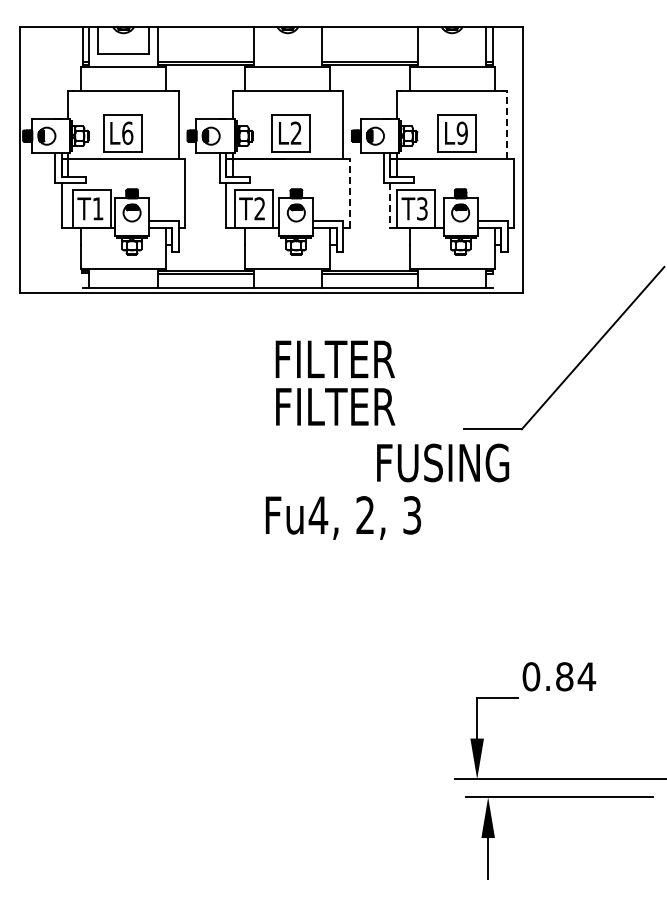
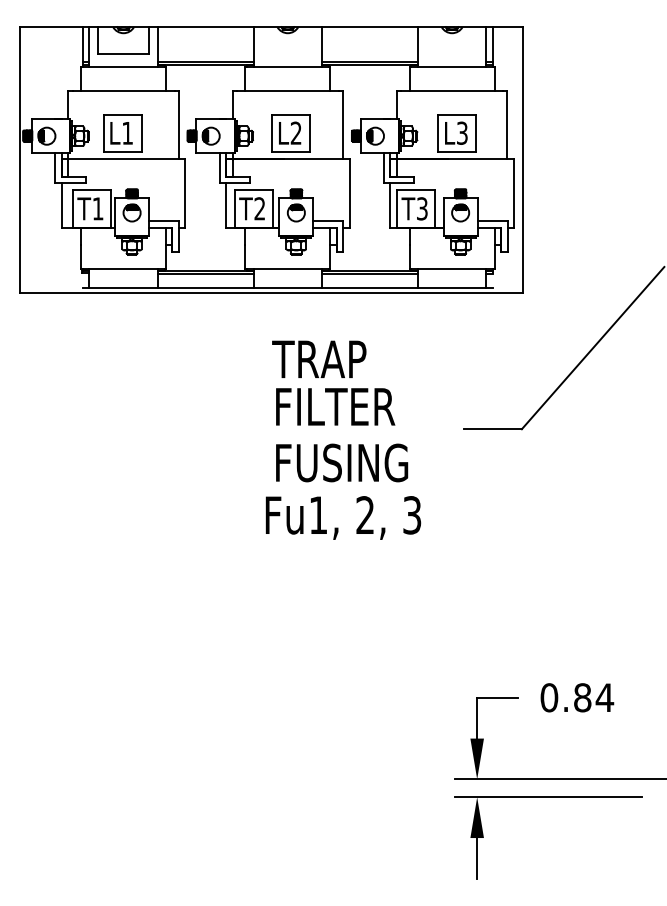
line at (507, 124): dashed -> solid
text at (127, 132): L6 -> L1
text at (461, 132): L9 -> L3
line at (349, 193): dashed -> solid
line at (390, 206): dashed -> solid
text at (333, 359): FILTER -> TRAP
text at (443, 462) position: (443, 462) -> (342, 462)
text at (318, 514): Fu4, -> Fu1,
text at (559, 676) position: (559, 676) -> (577, 697)
part at (559, 797) position: (559, 797) -> (548, 797)
